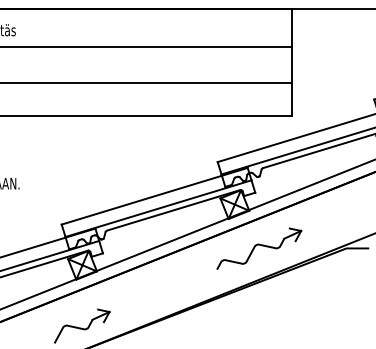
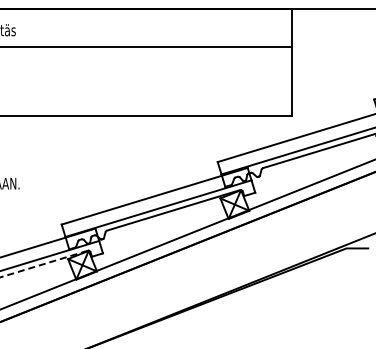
line at (147, 82): present -> none
part at (259, 248): present -> none
line at (43, 264): solid -> dashed
part at (82, 325): present -> none
